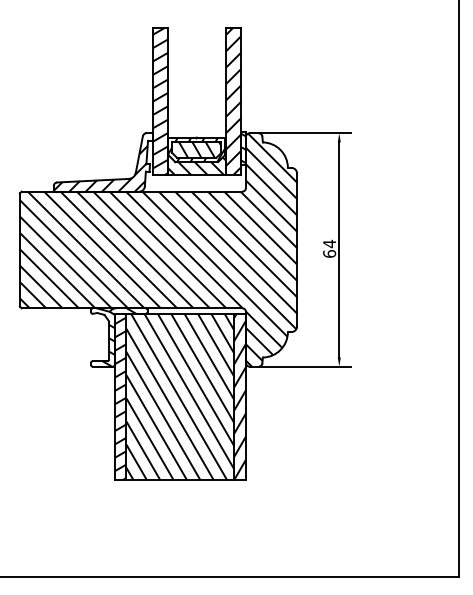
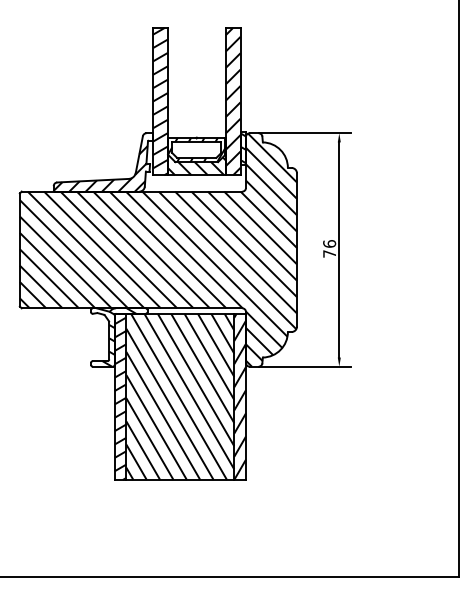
hatch at (199, 149): present -> none
text at (329, 248): 64 -> 76
